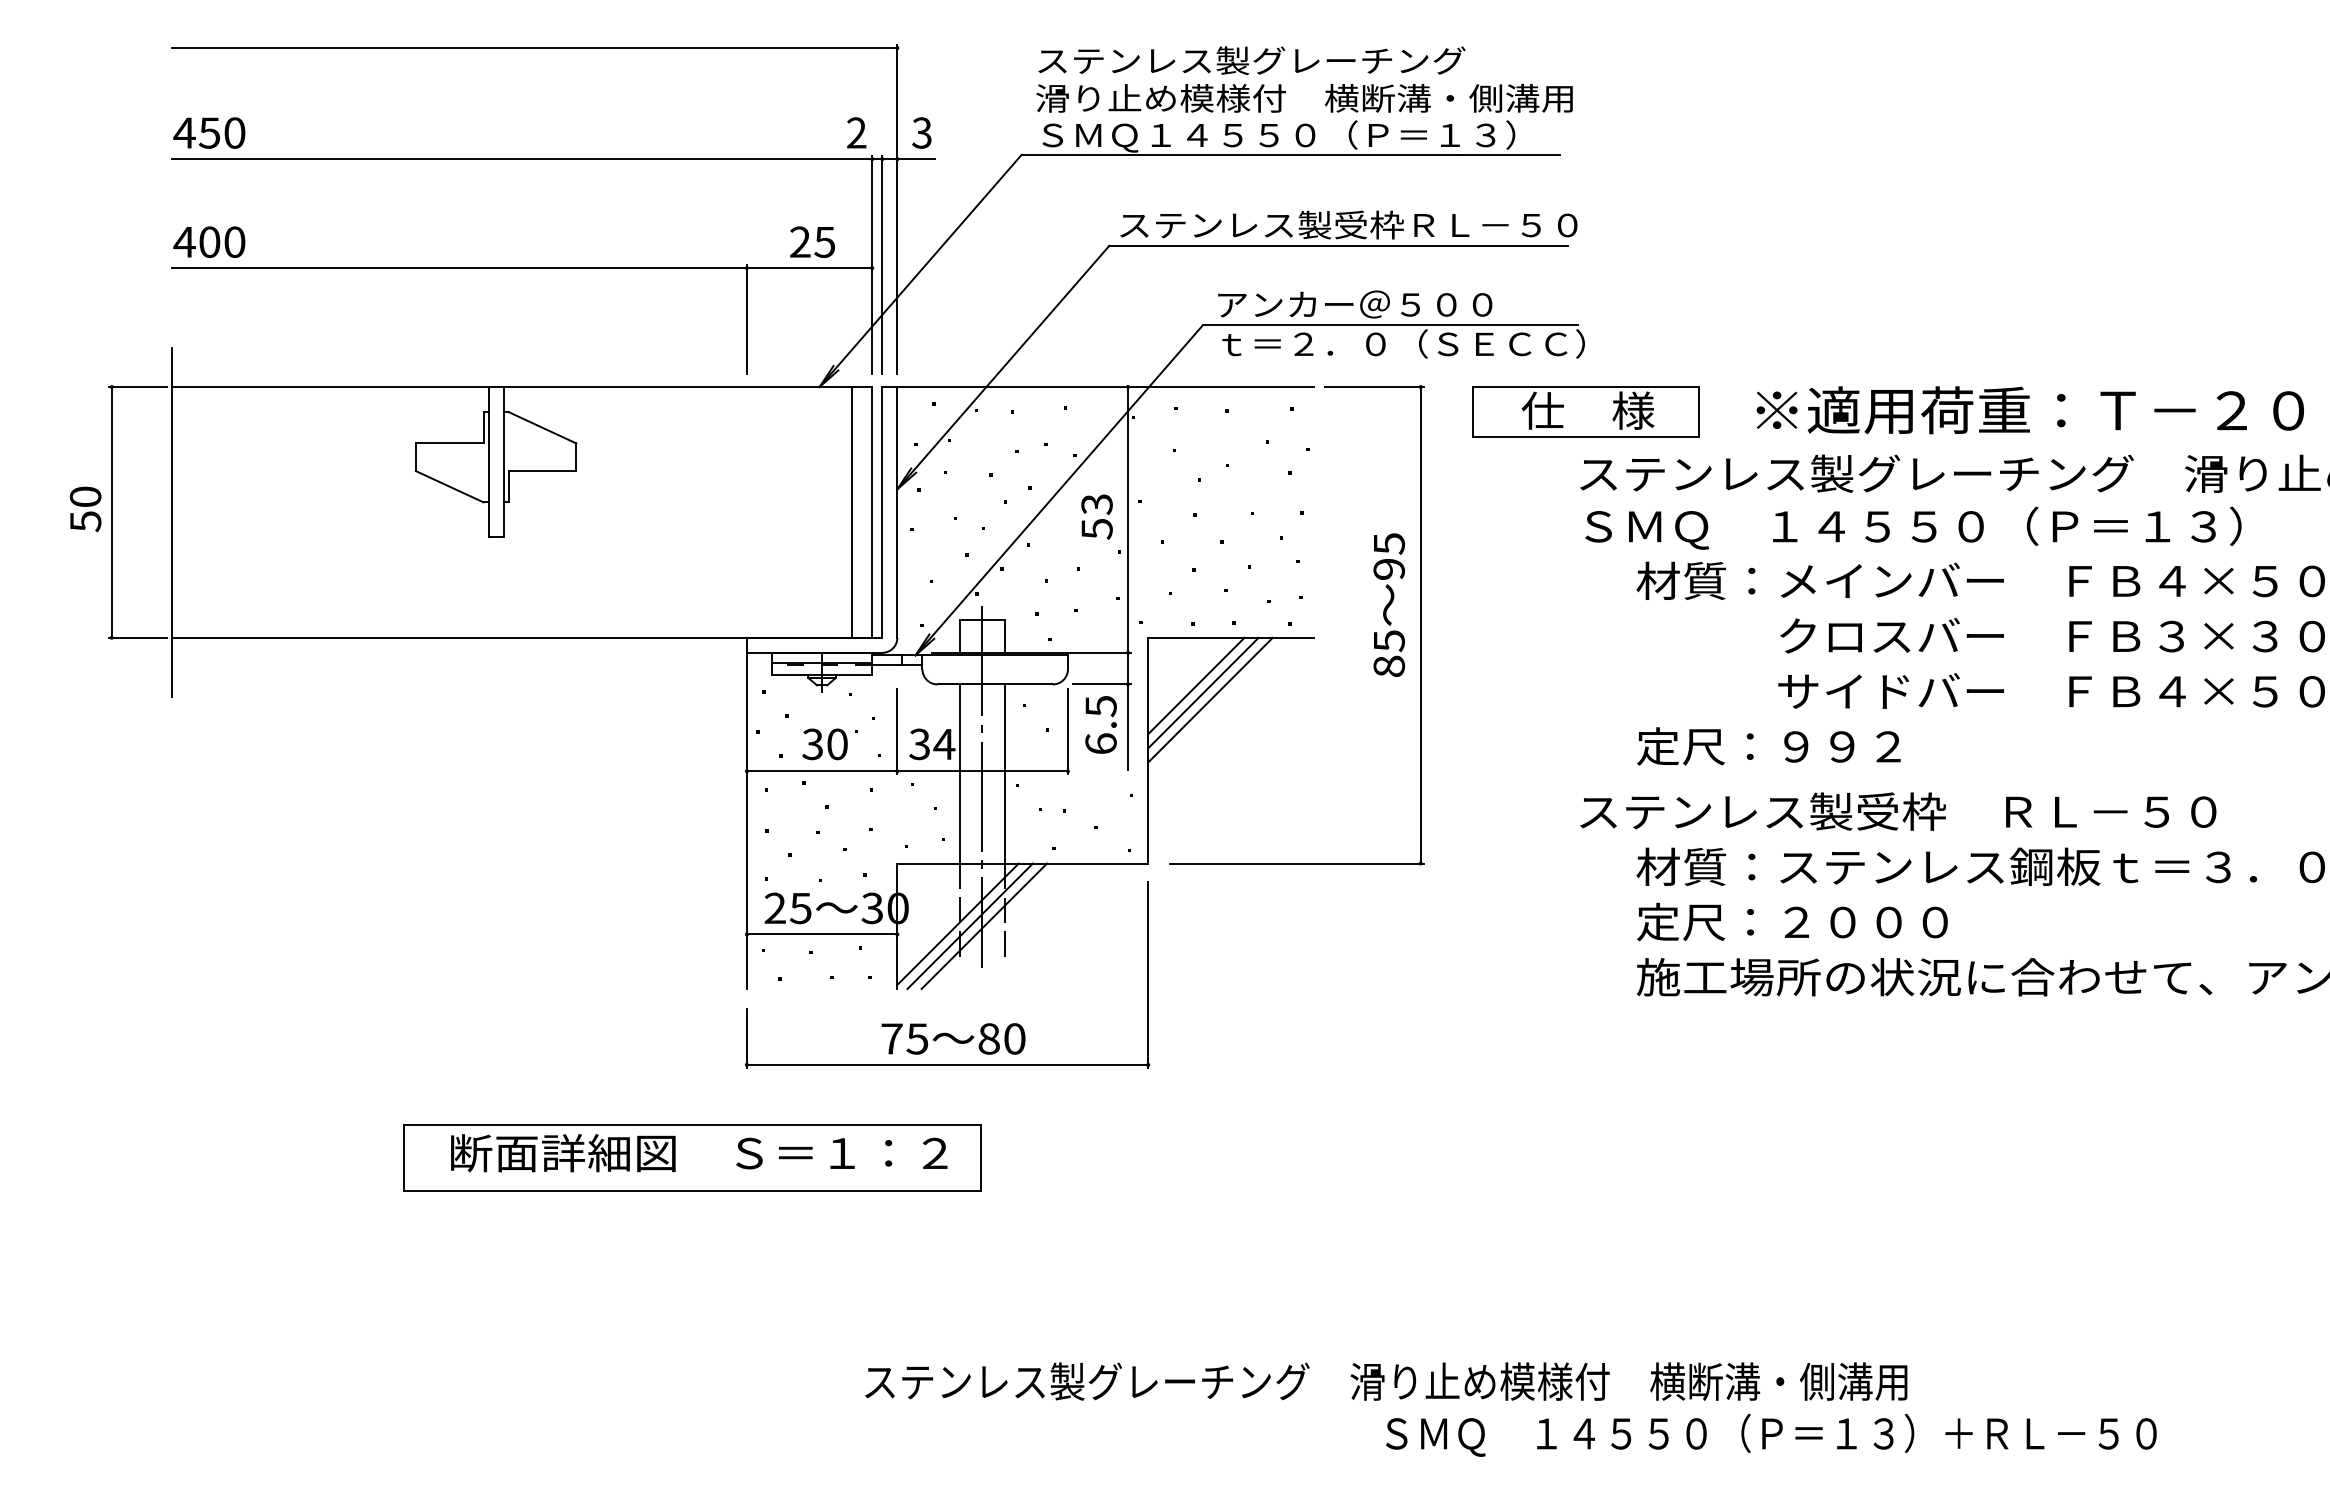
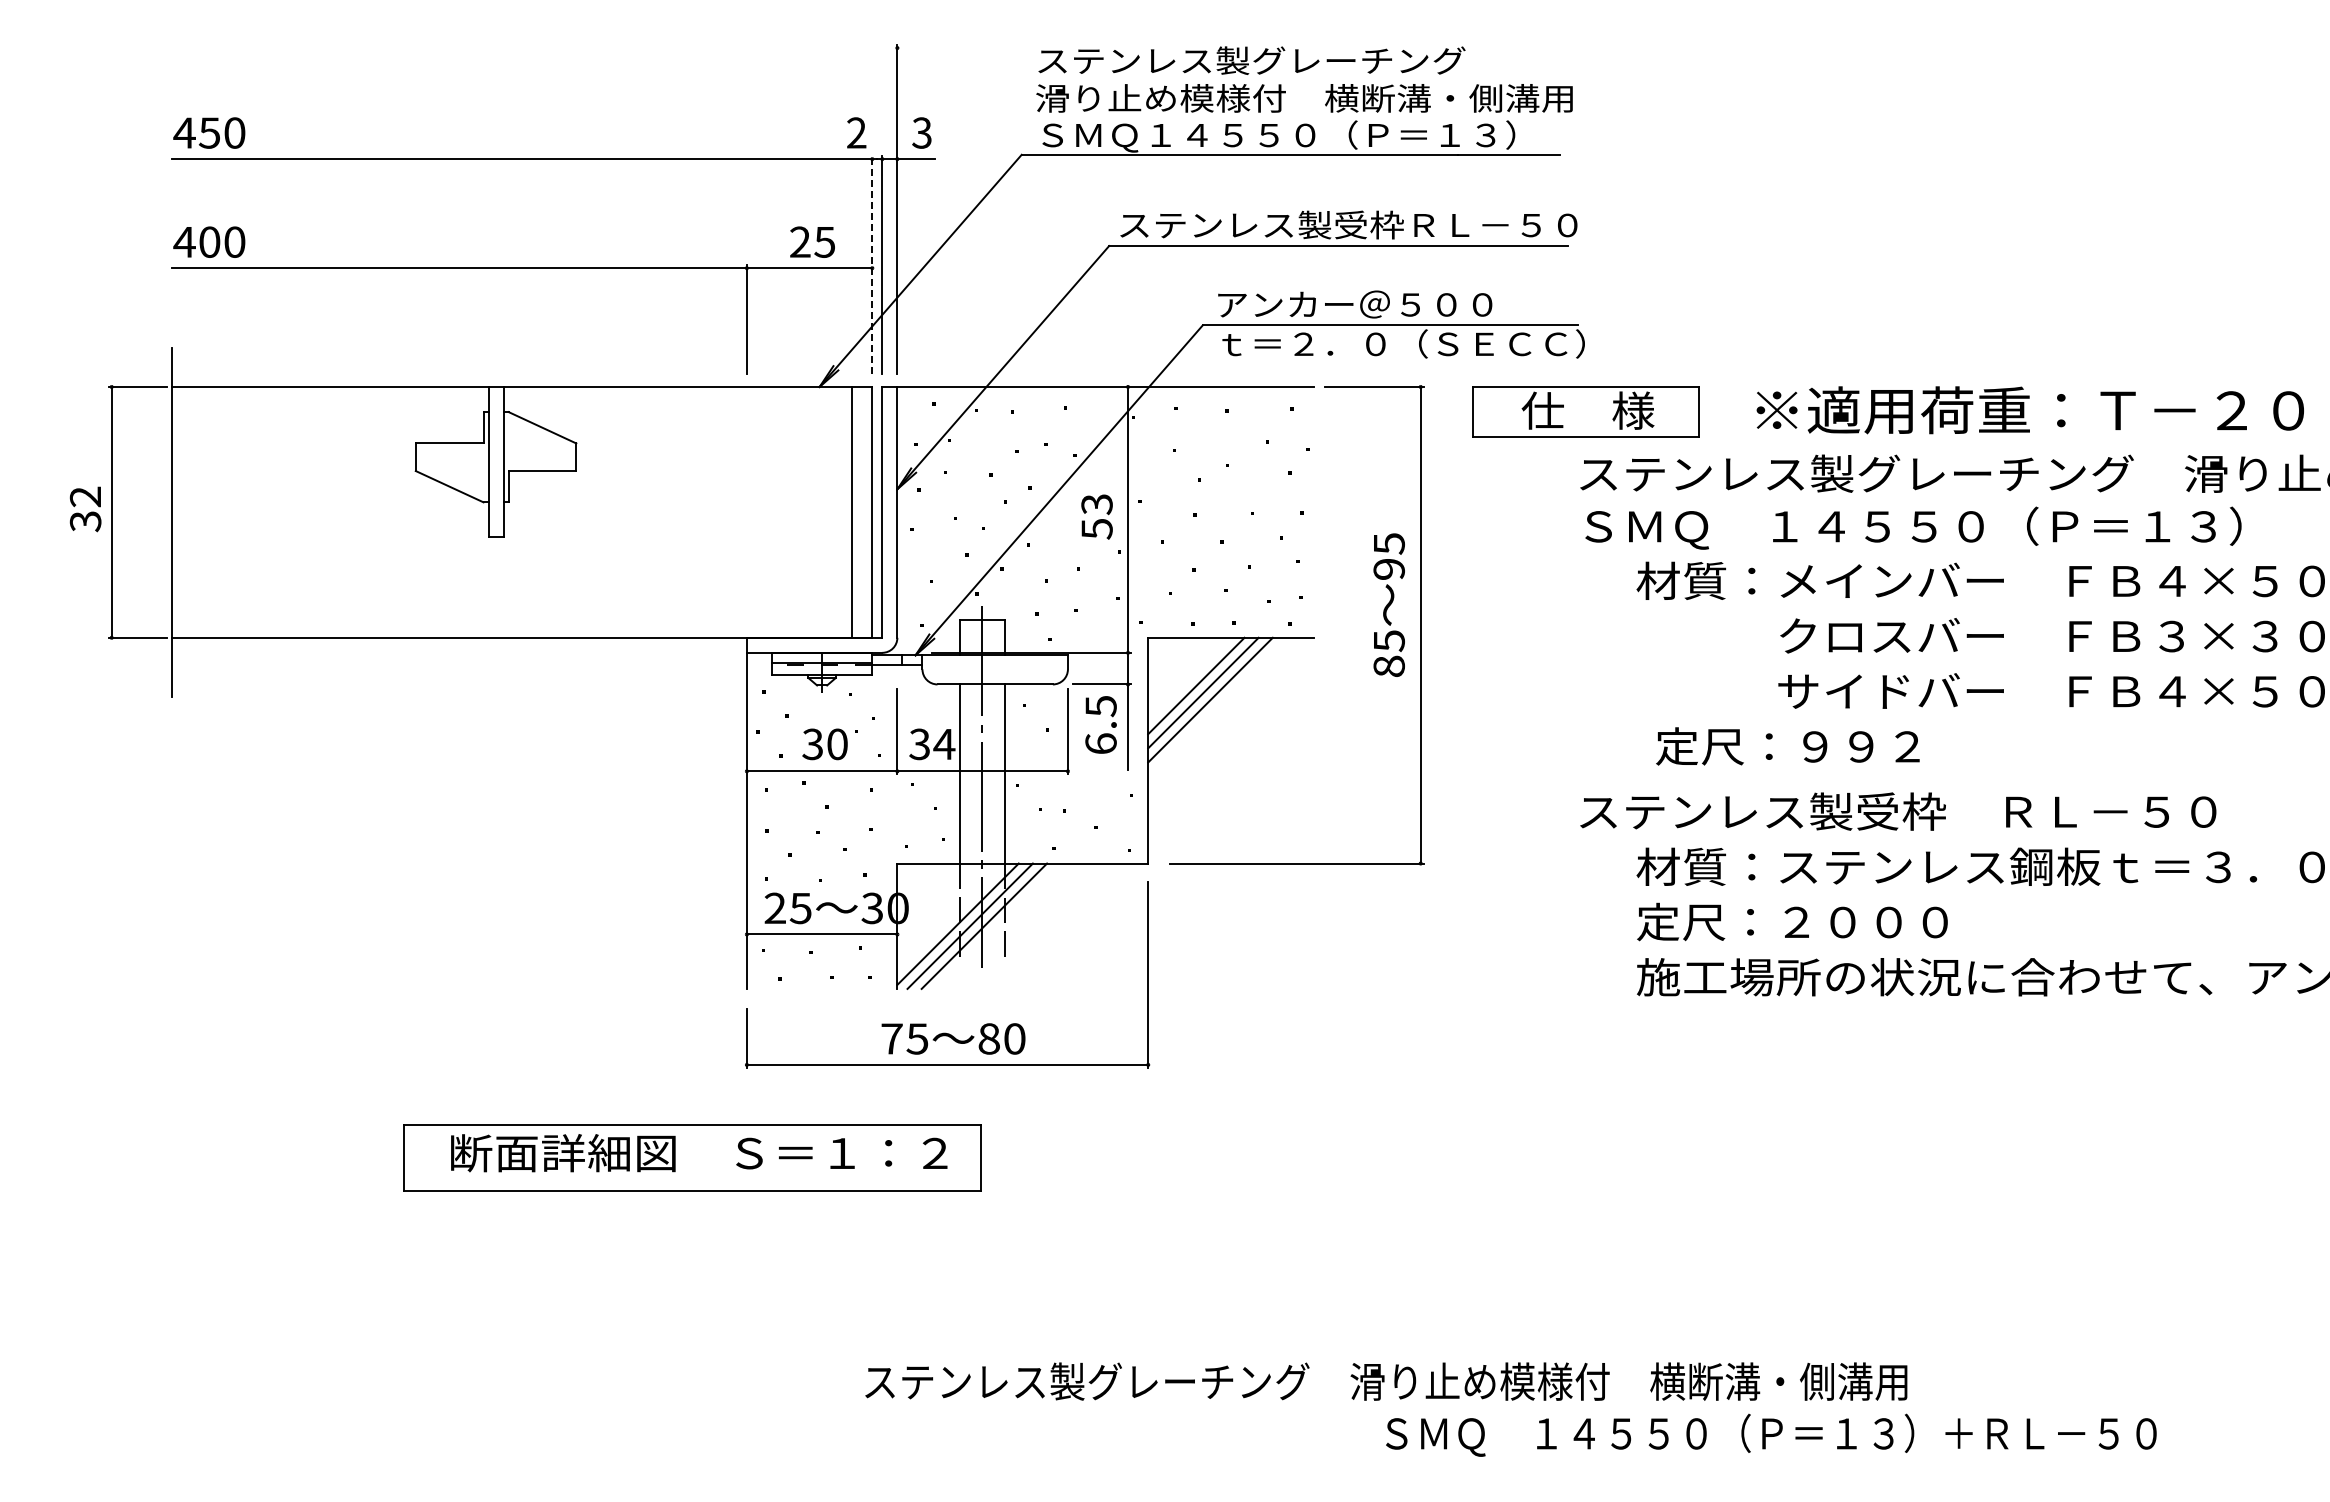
line at (534, 48): present -> none
line at (872, 265): solid -> dashed
text at (85, 509): 50 -> 32
text at (1768, 746) position: (1768, 746) -> (1787, 746)
